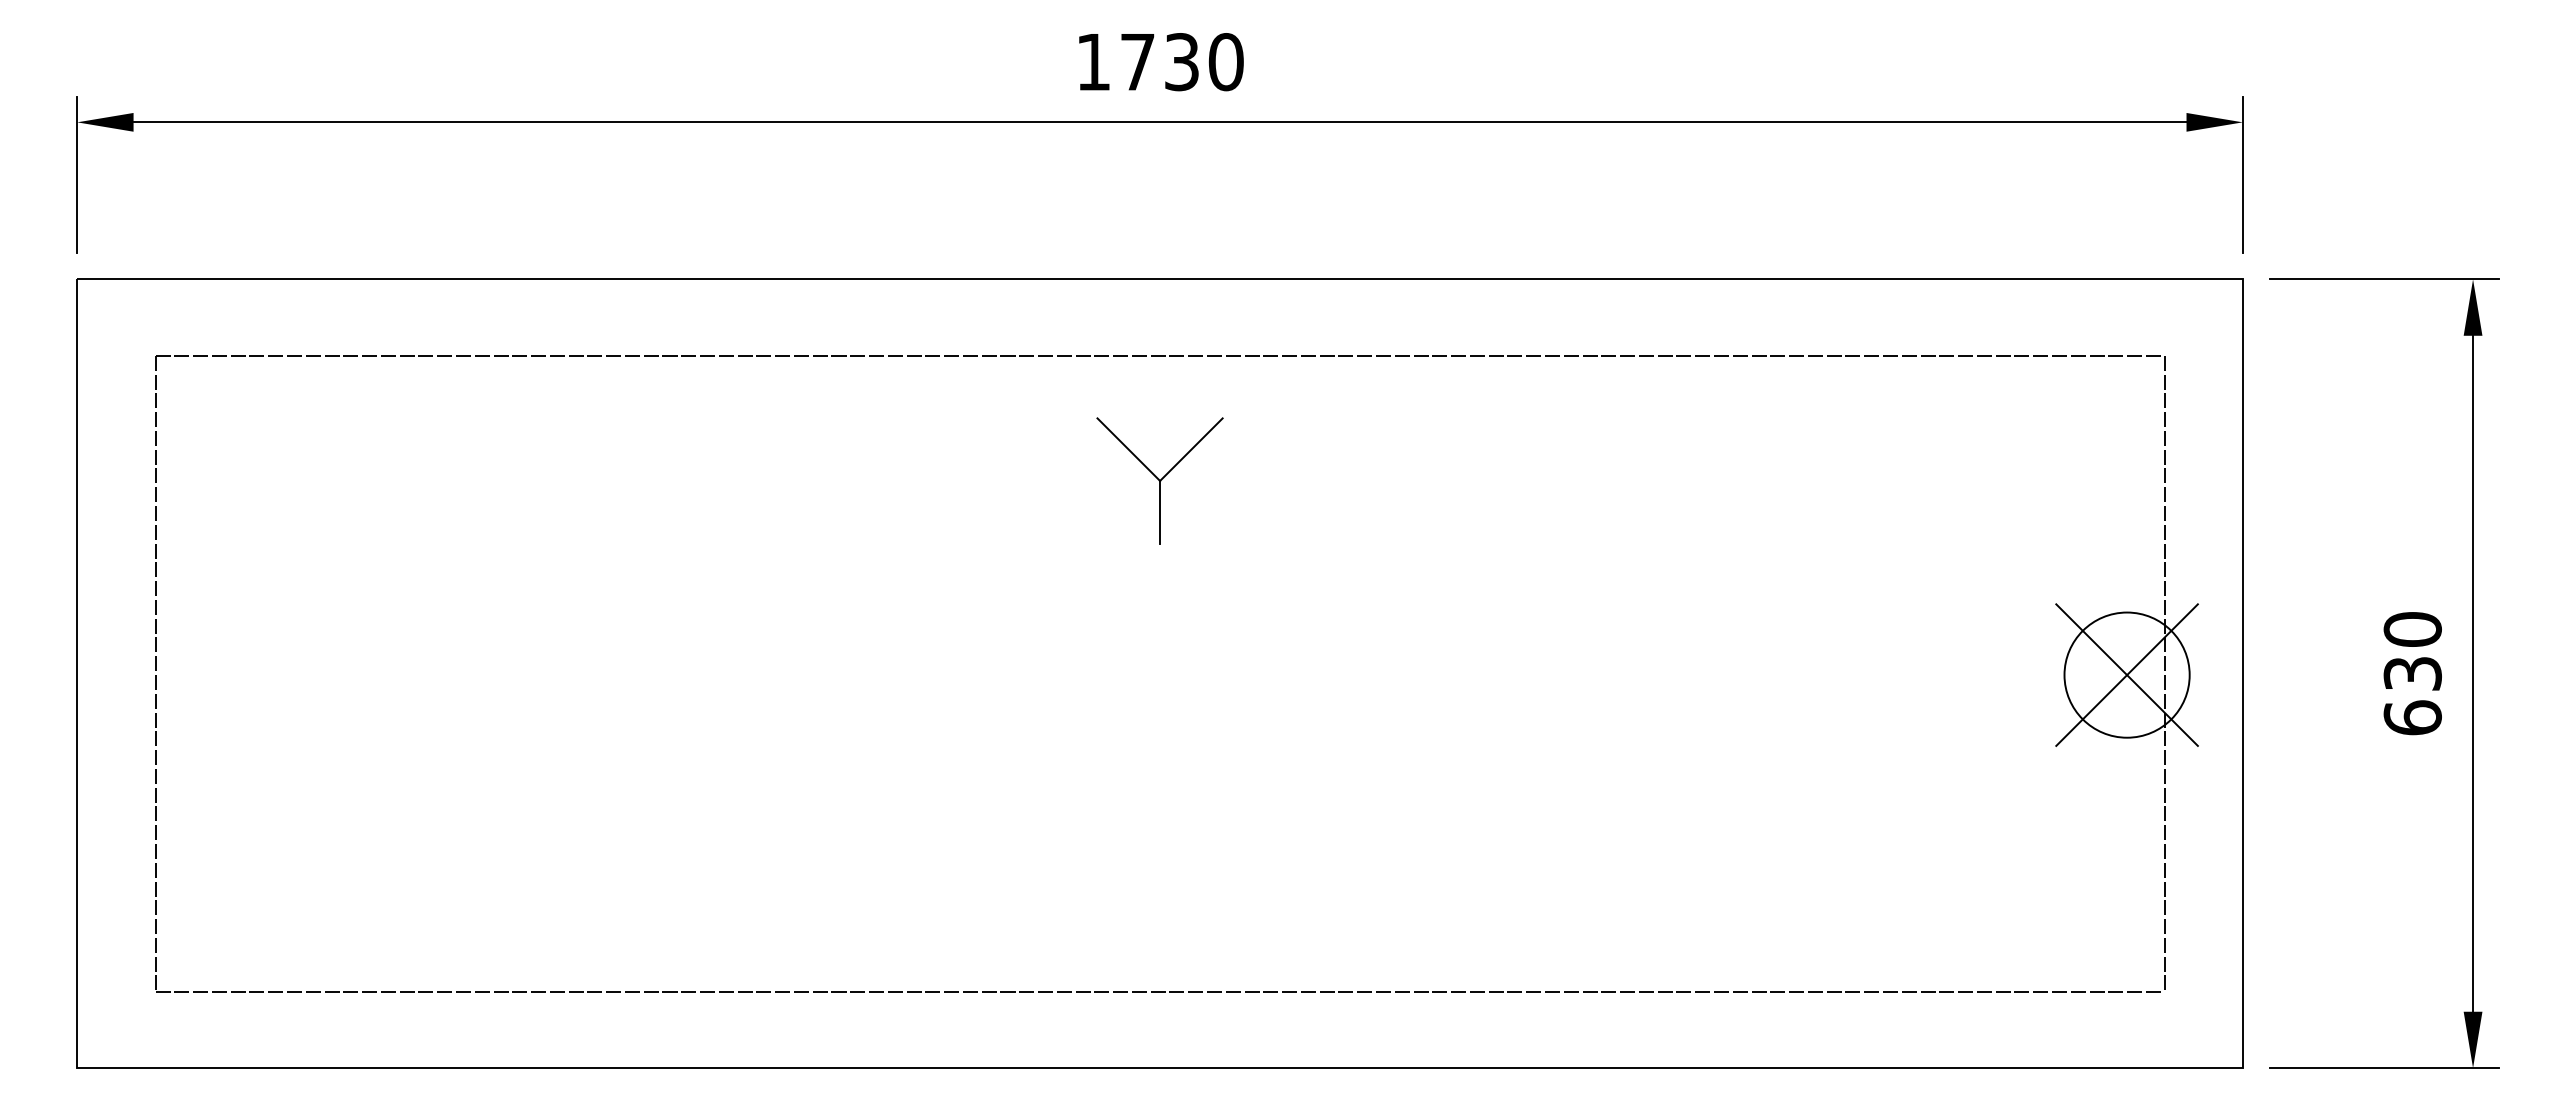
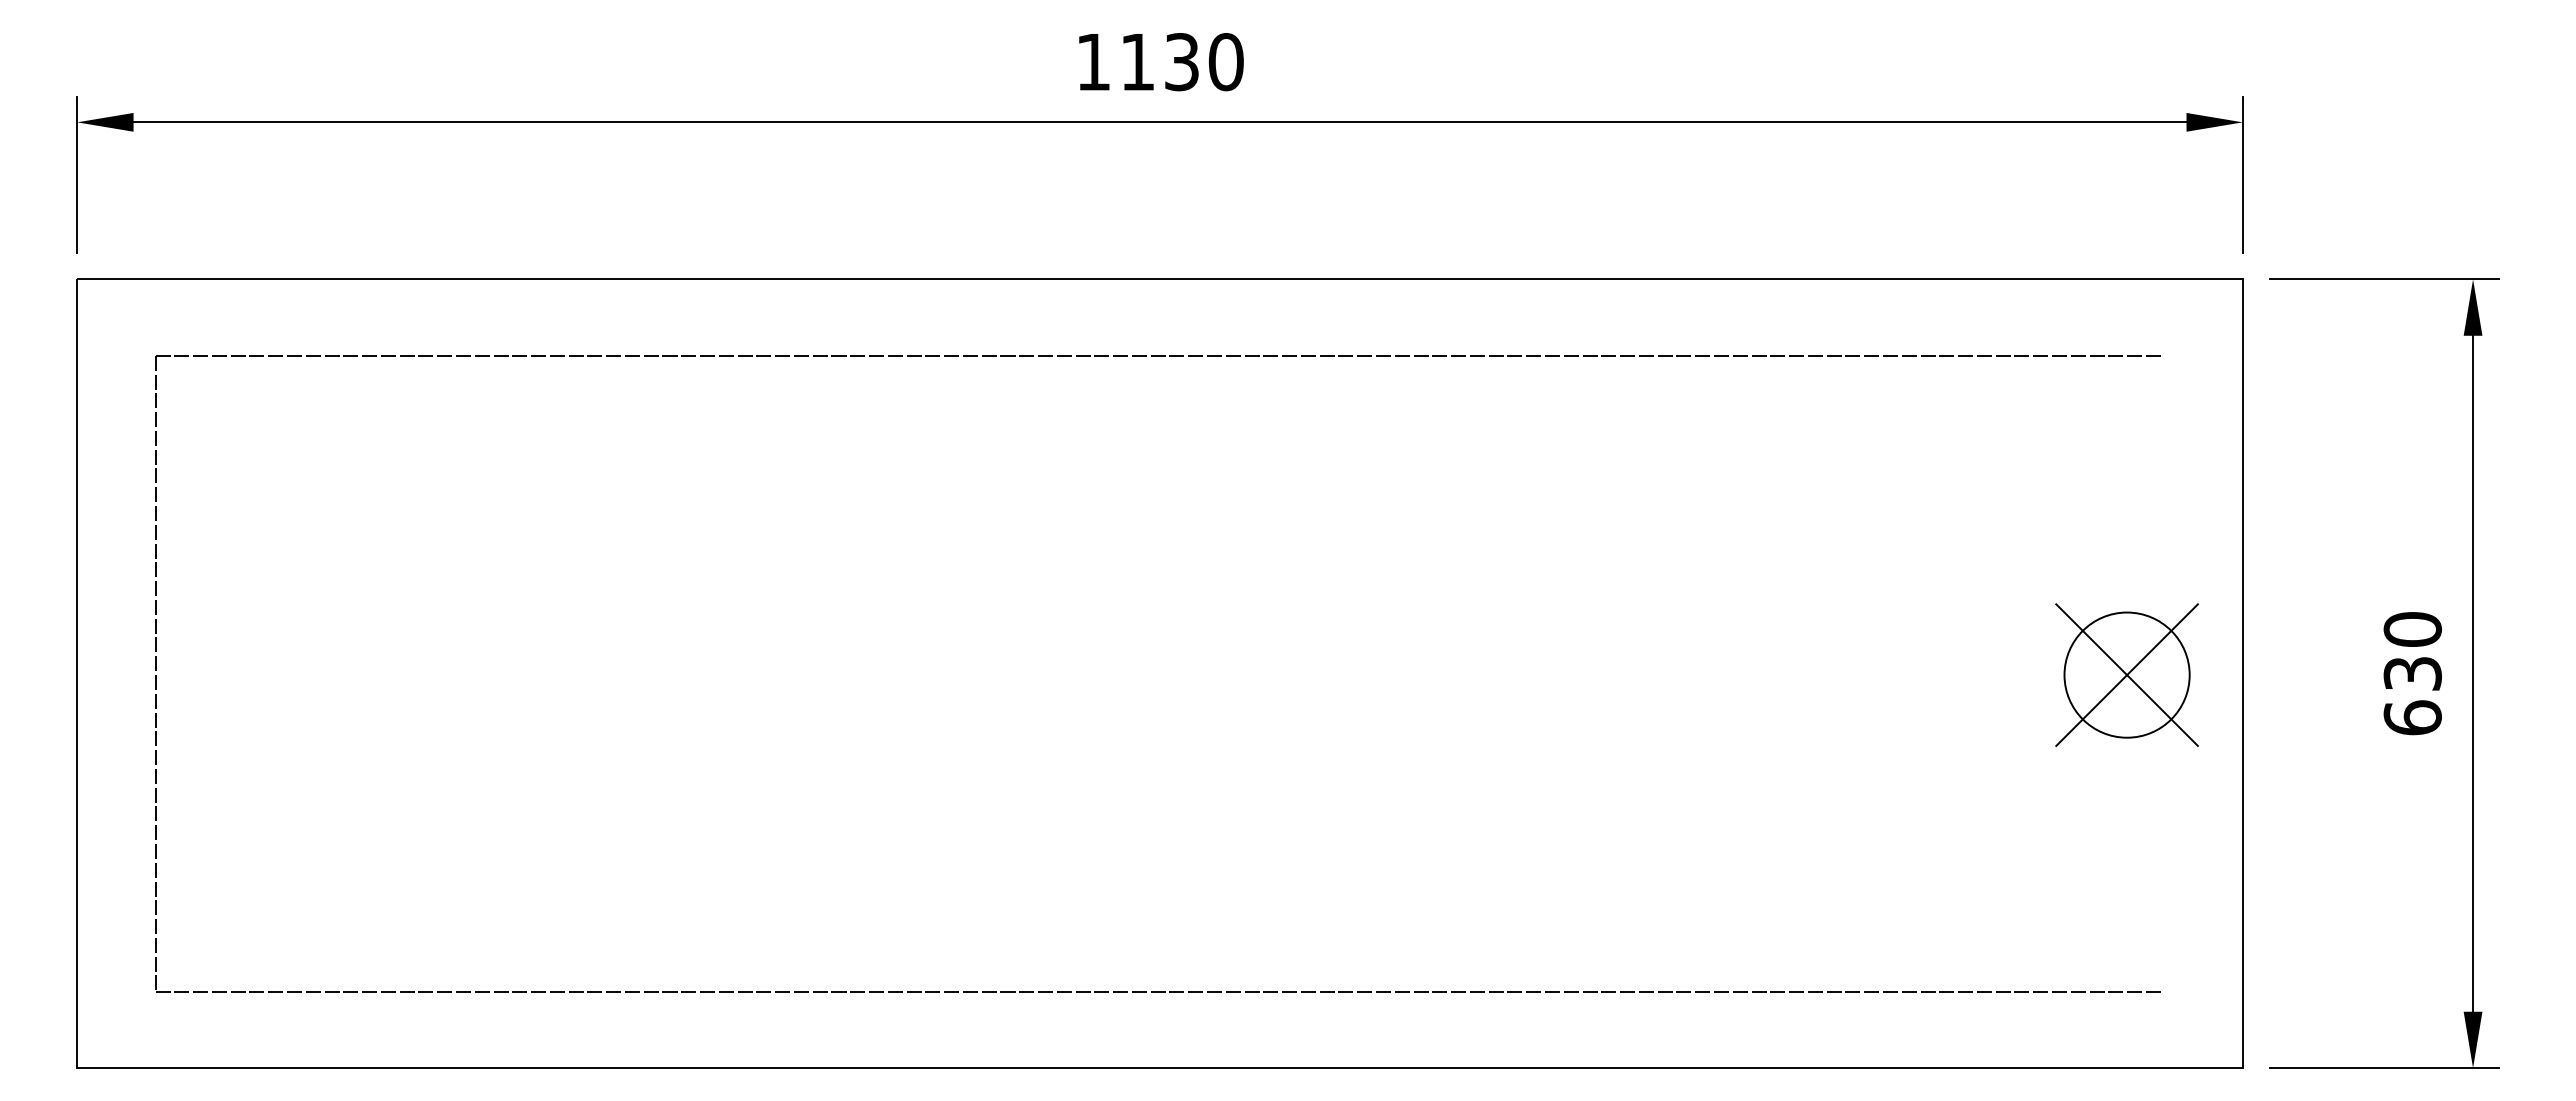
text at (1137, 62): 1730 -> 1130
part at (1159, 480): present -> none
line at (2164, 673): present -> none
